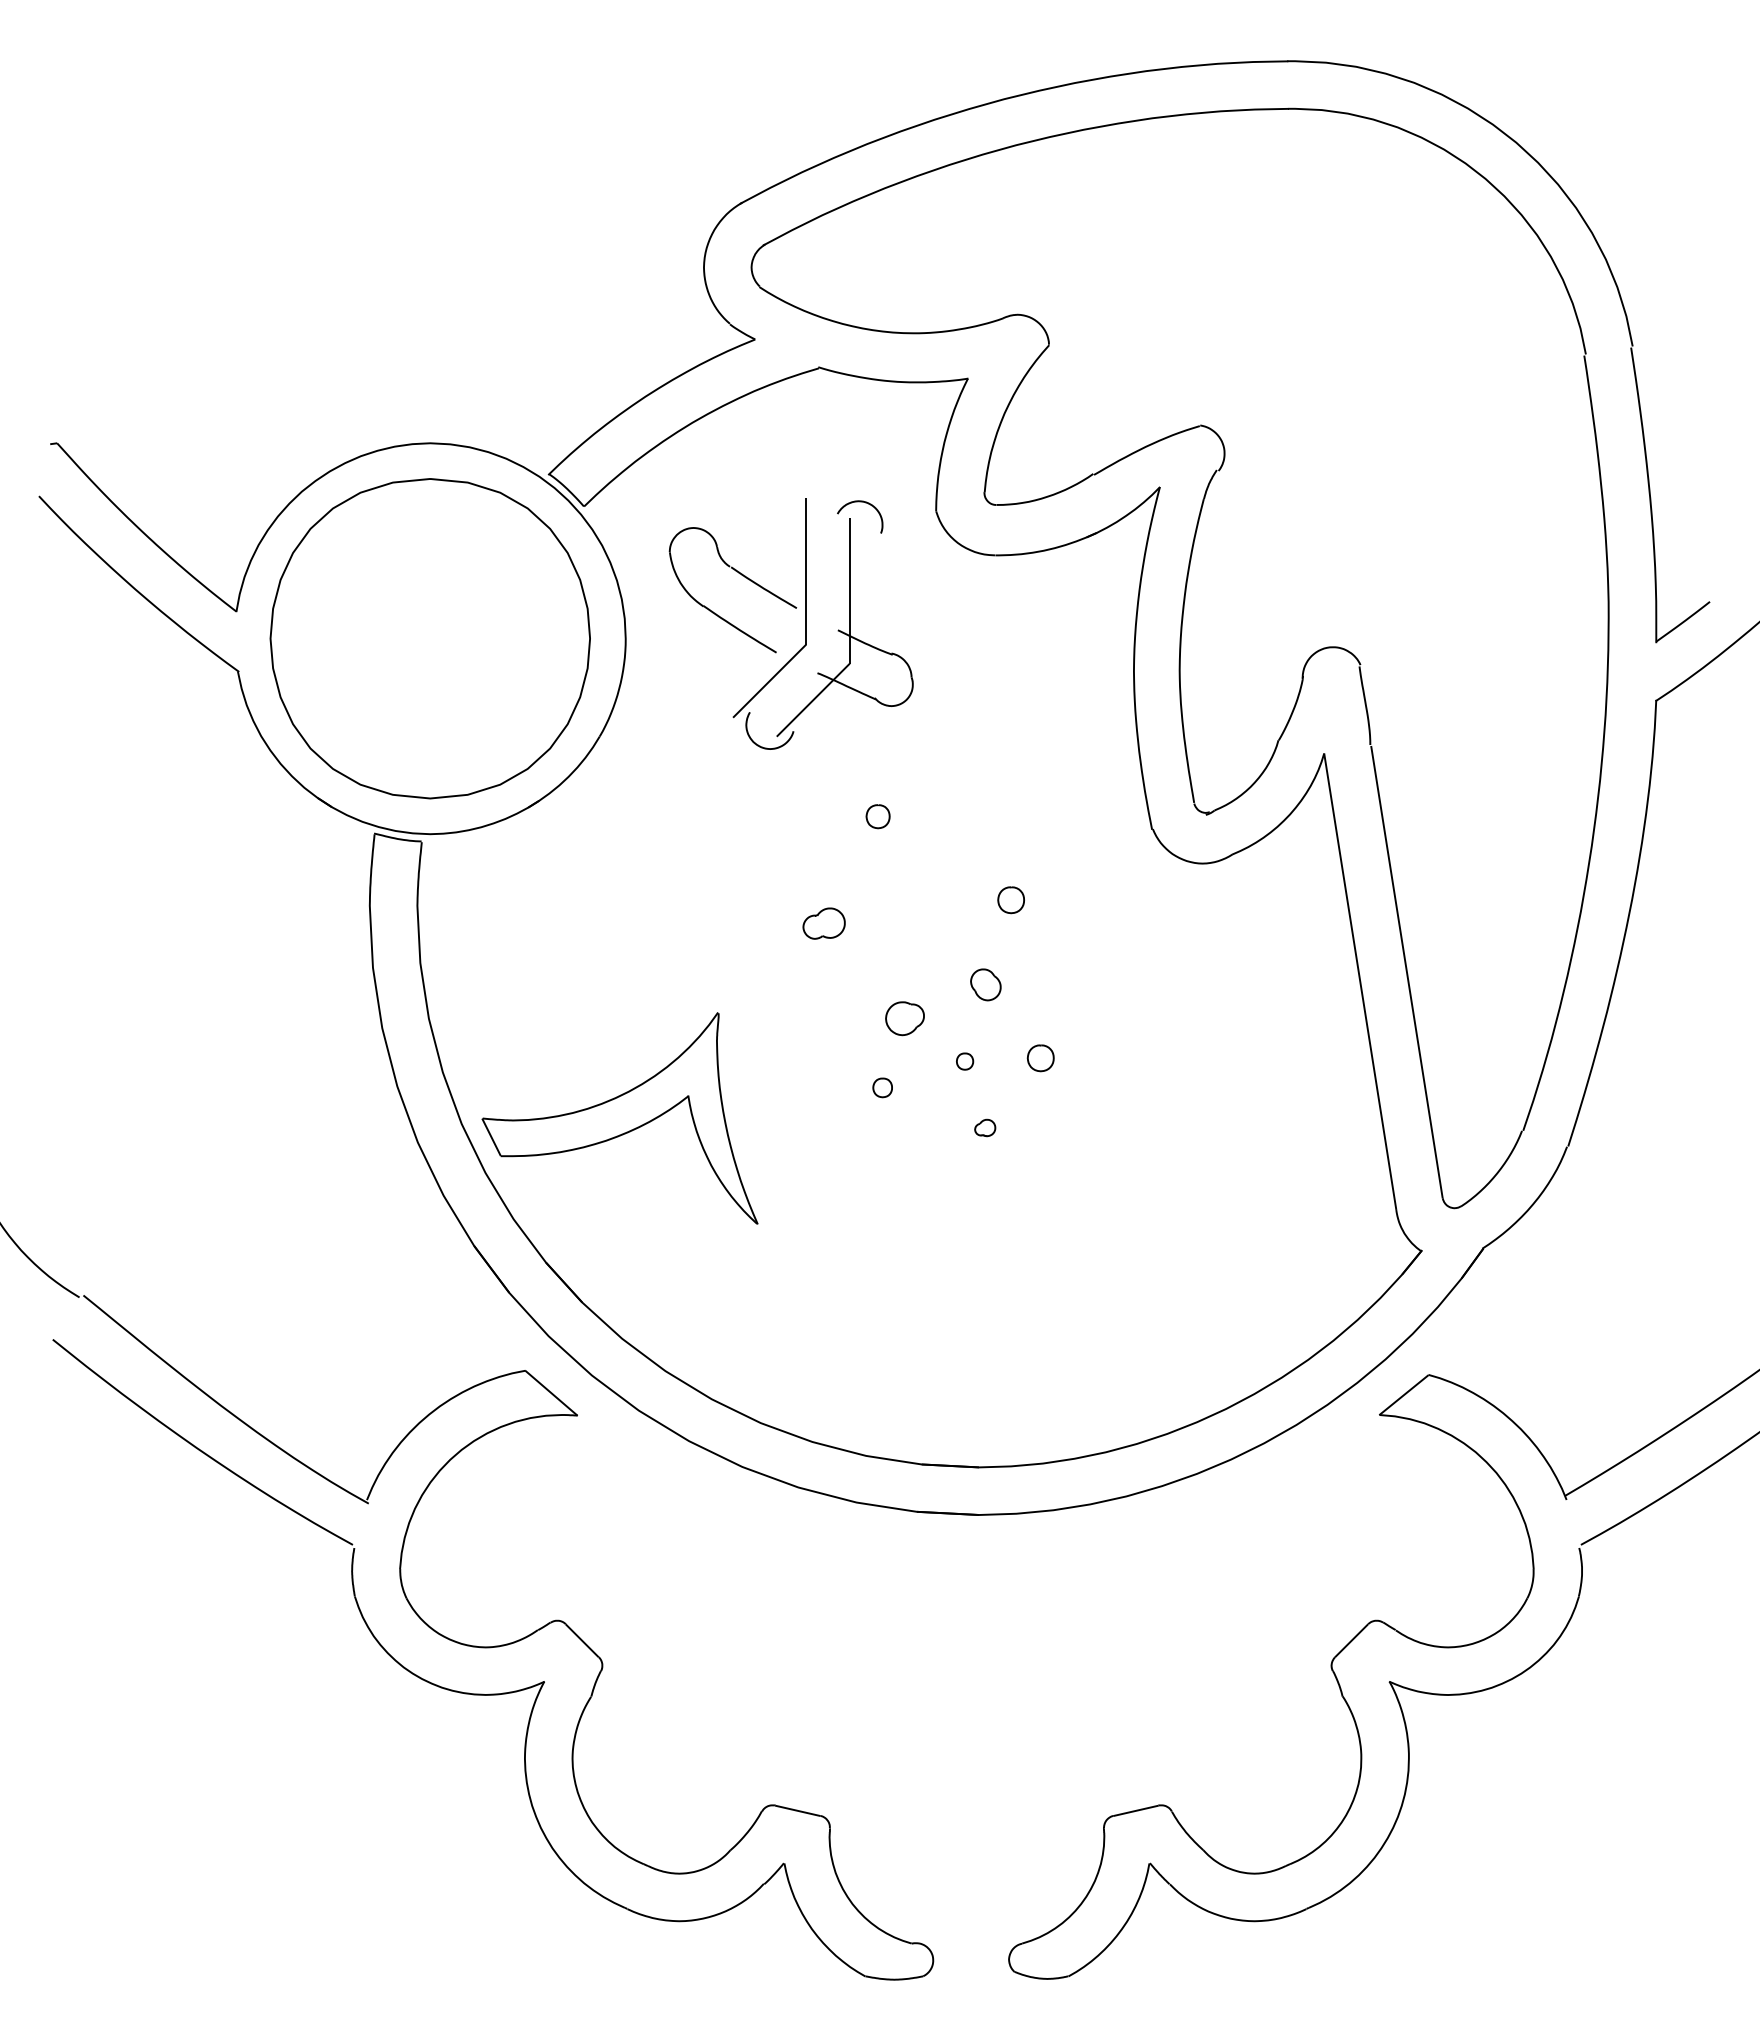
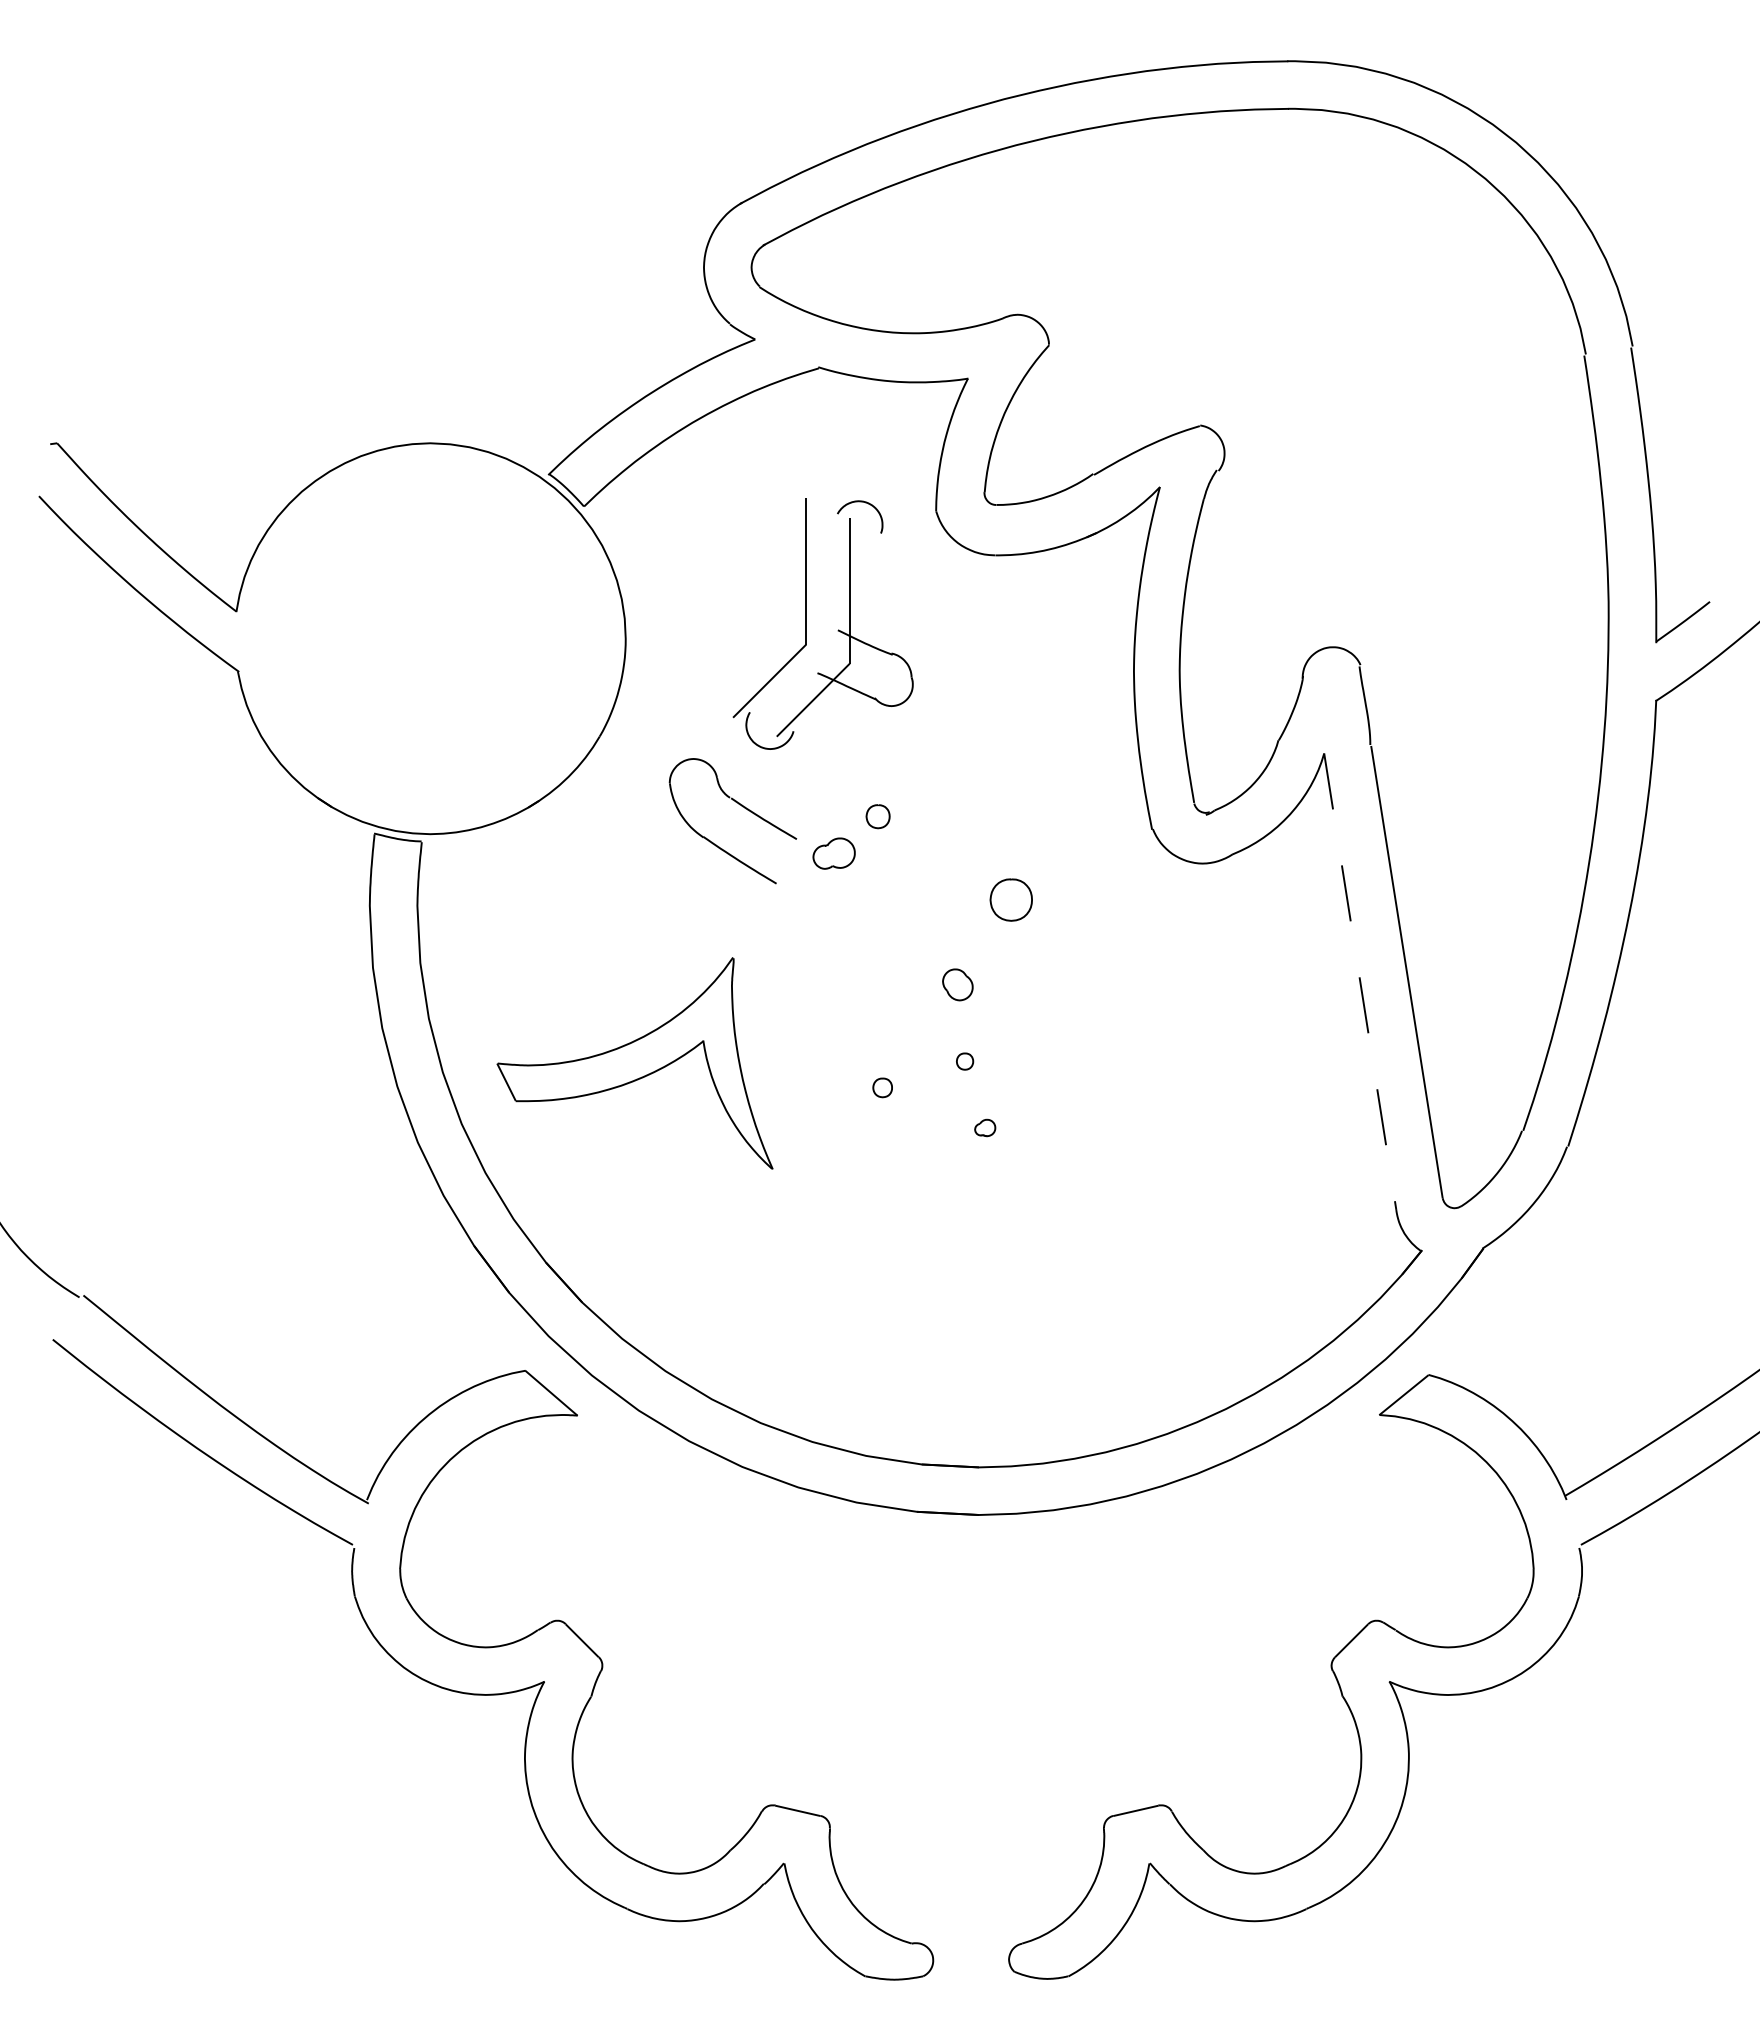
part at (741, 575) position: (741, 575) -> (741, 806)
part at (429, 638): present -> none
part at (1010, 900) size: 28x29 px -> 44x44 px
part at (823, 923) position: (823, 923) -> (833, 853)
line at (1360, 982): solid -> dashed
part at (985, 984) position: (985, 984) -> (957, 984)
part at (904, 1018): present -> none
part at (1040, 1058): present -> none
part at (619, 1118) position: (619, 1118) -> (634, 1063)
